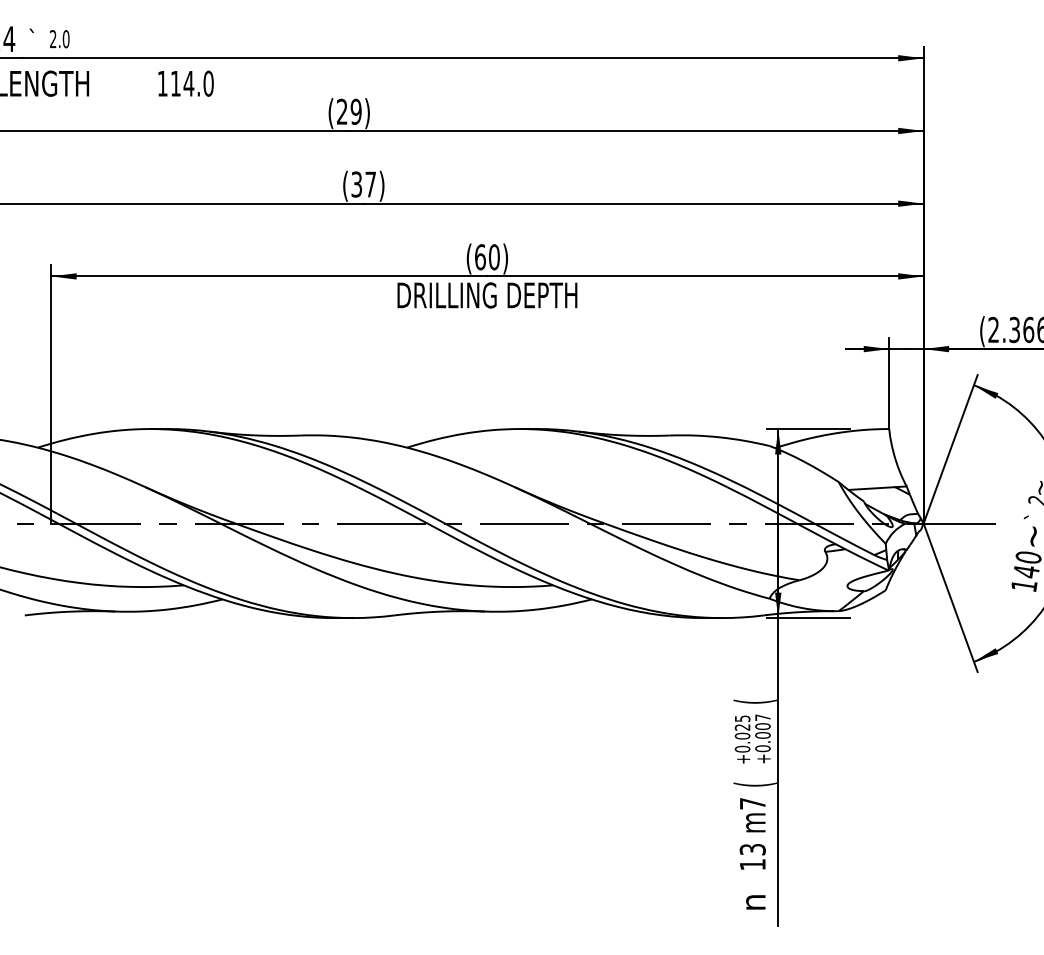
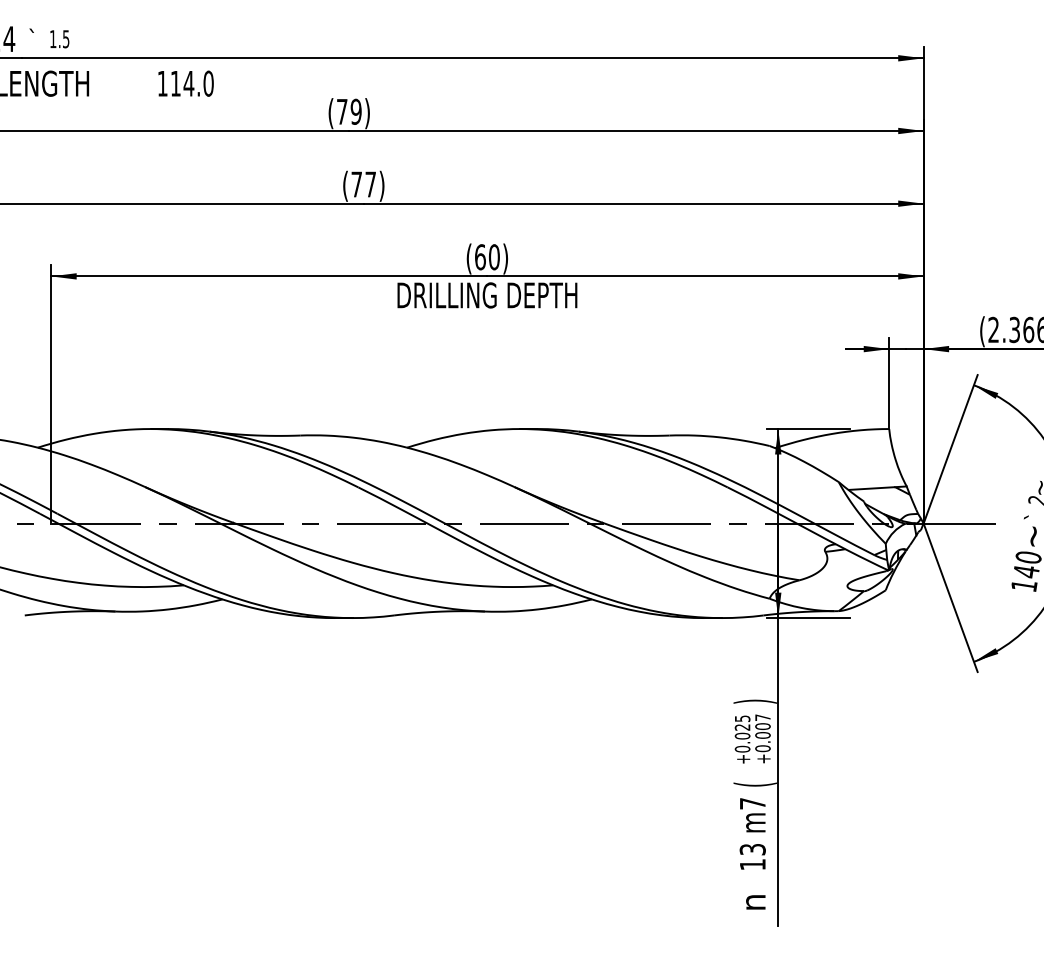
text at (59, 39): 2.0 -> 1.5
text at (342, 111): (29) -> (79)
text at (356, 184): (37) -> (77)
text at (754, 701): ( -> )
